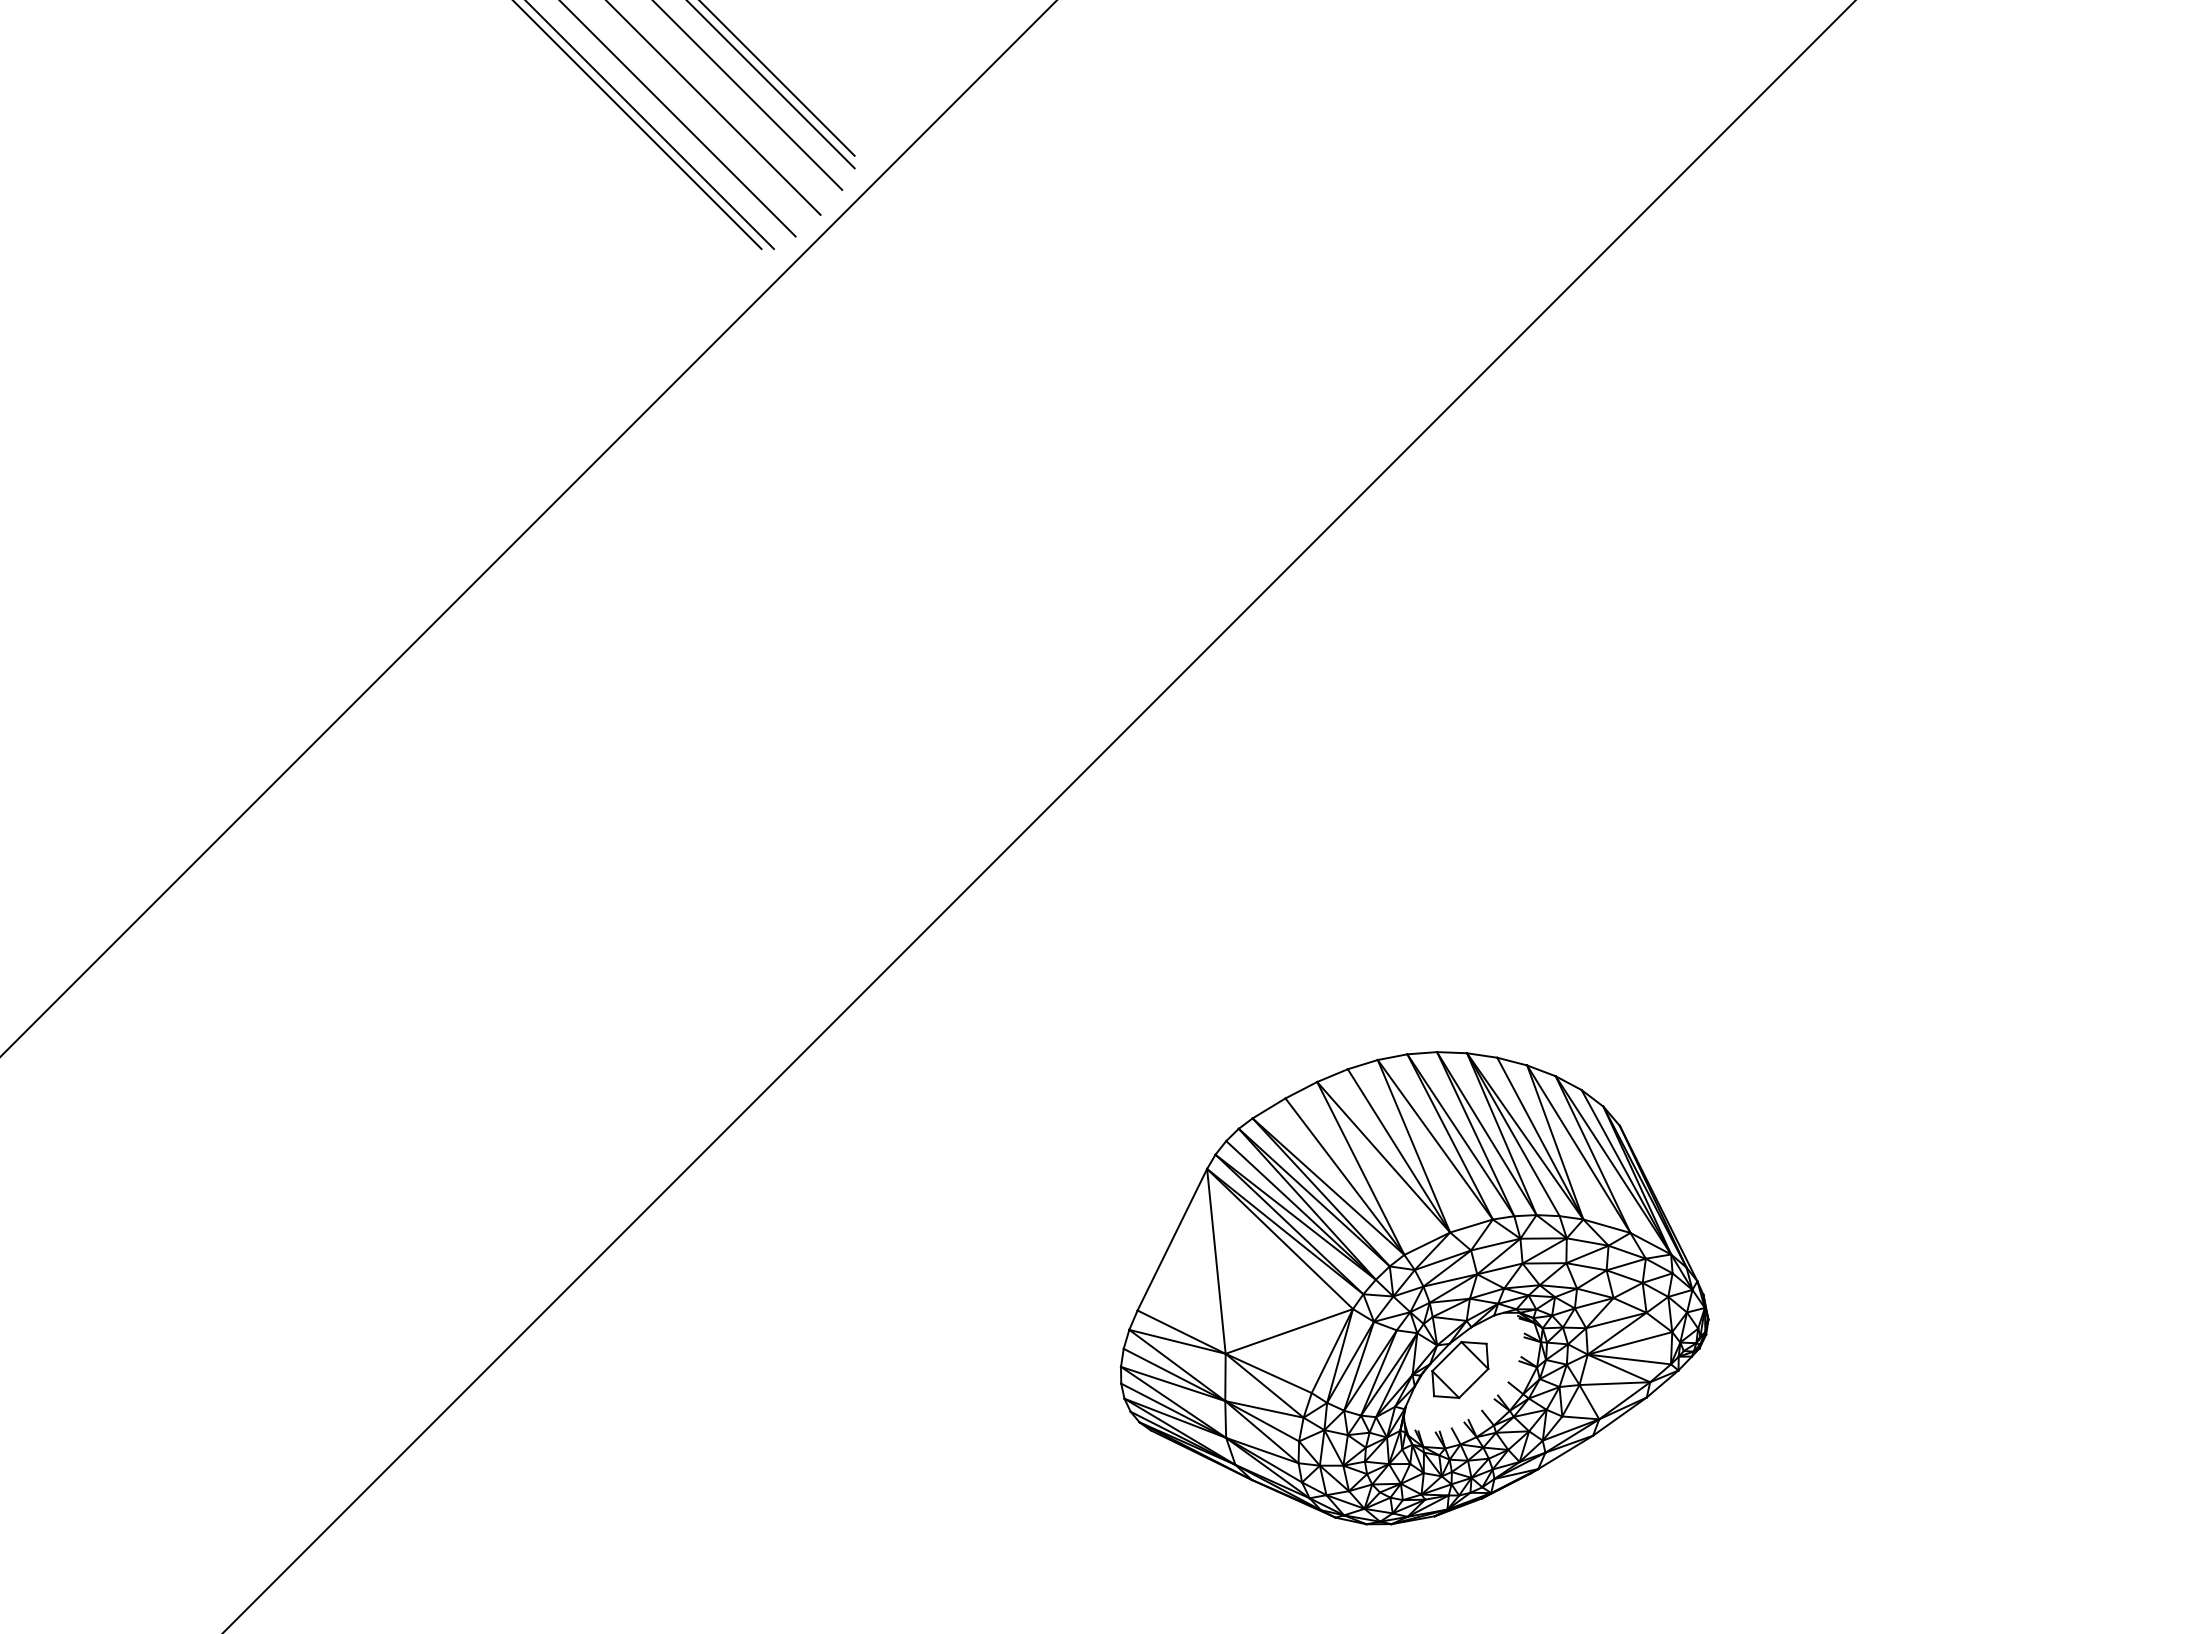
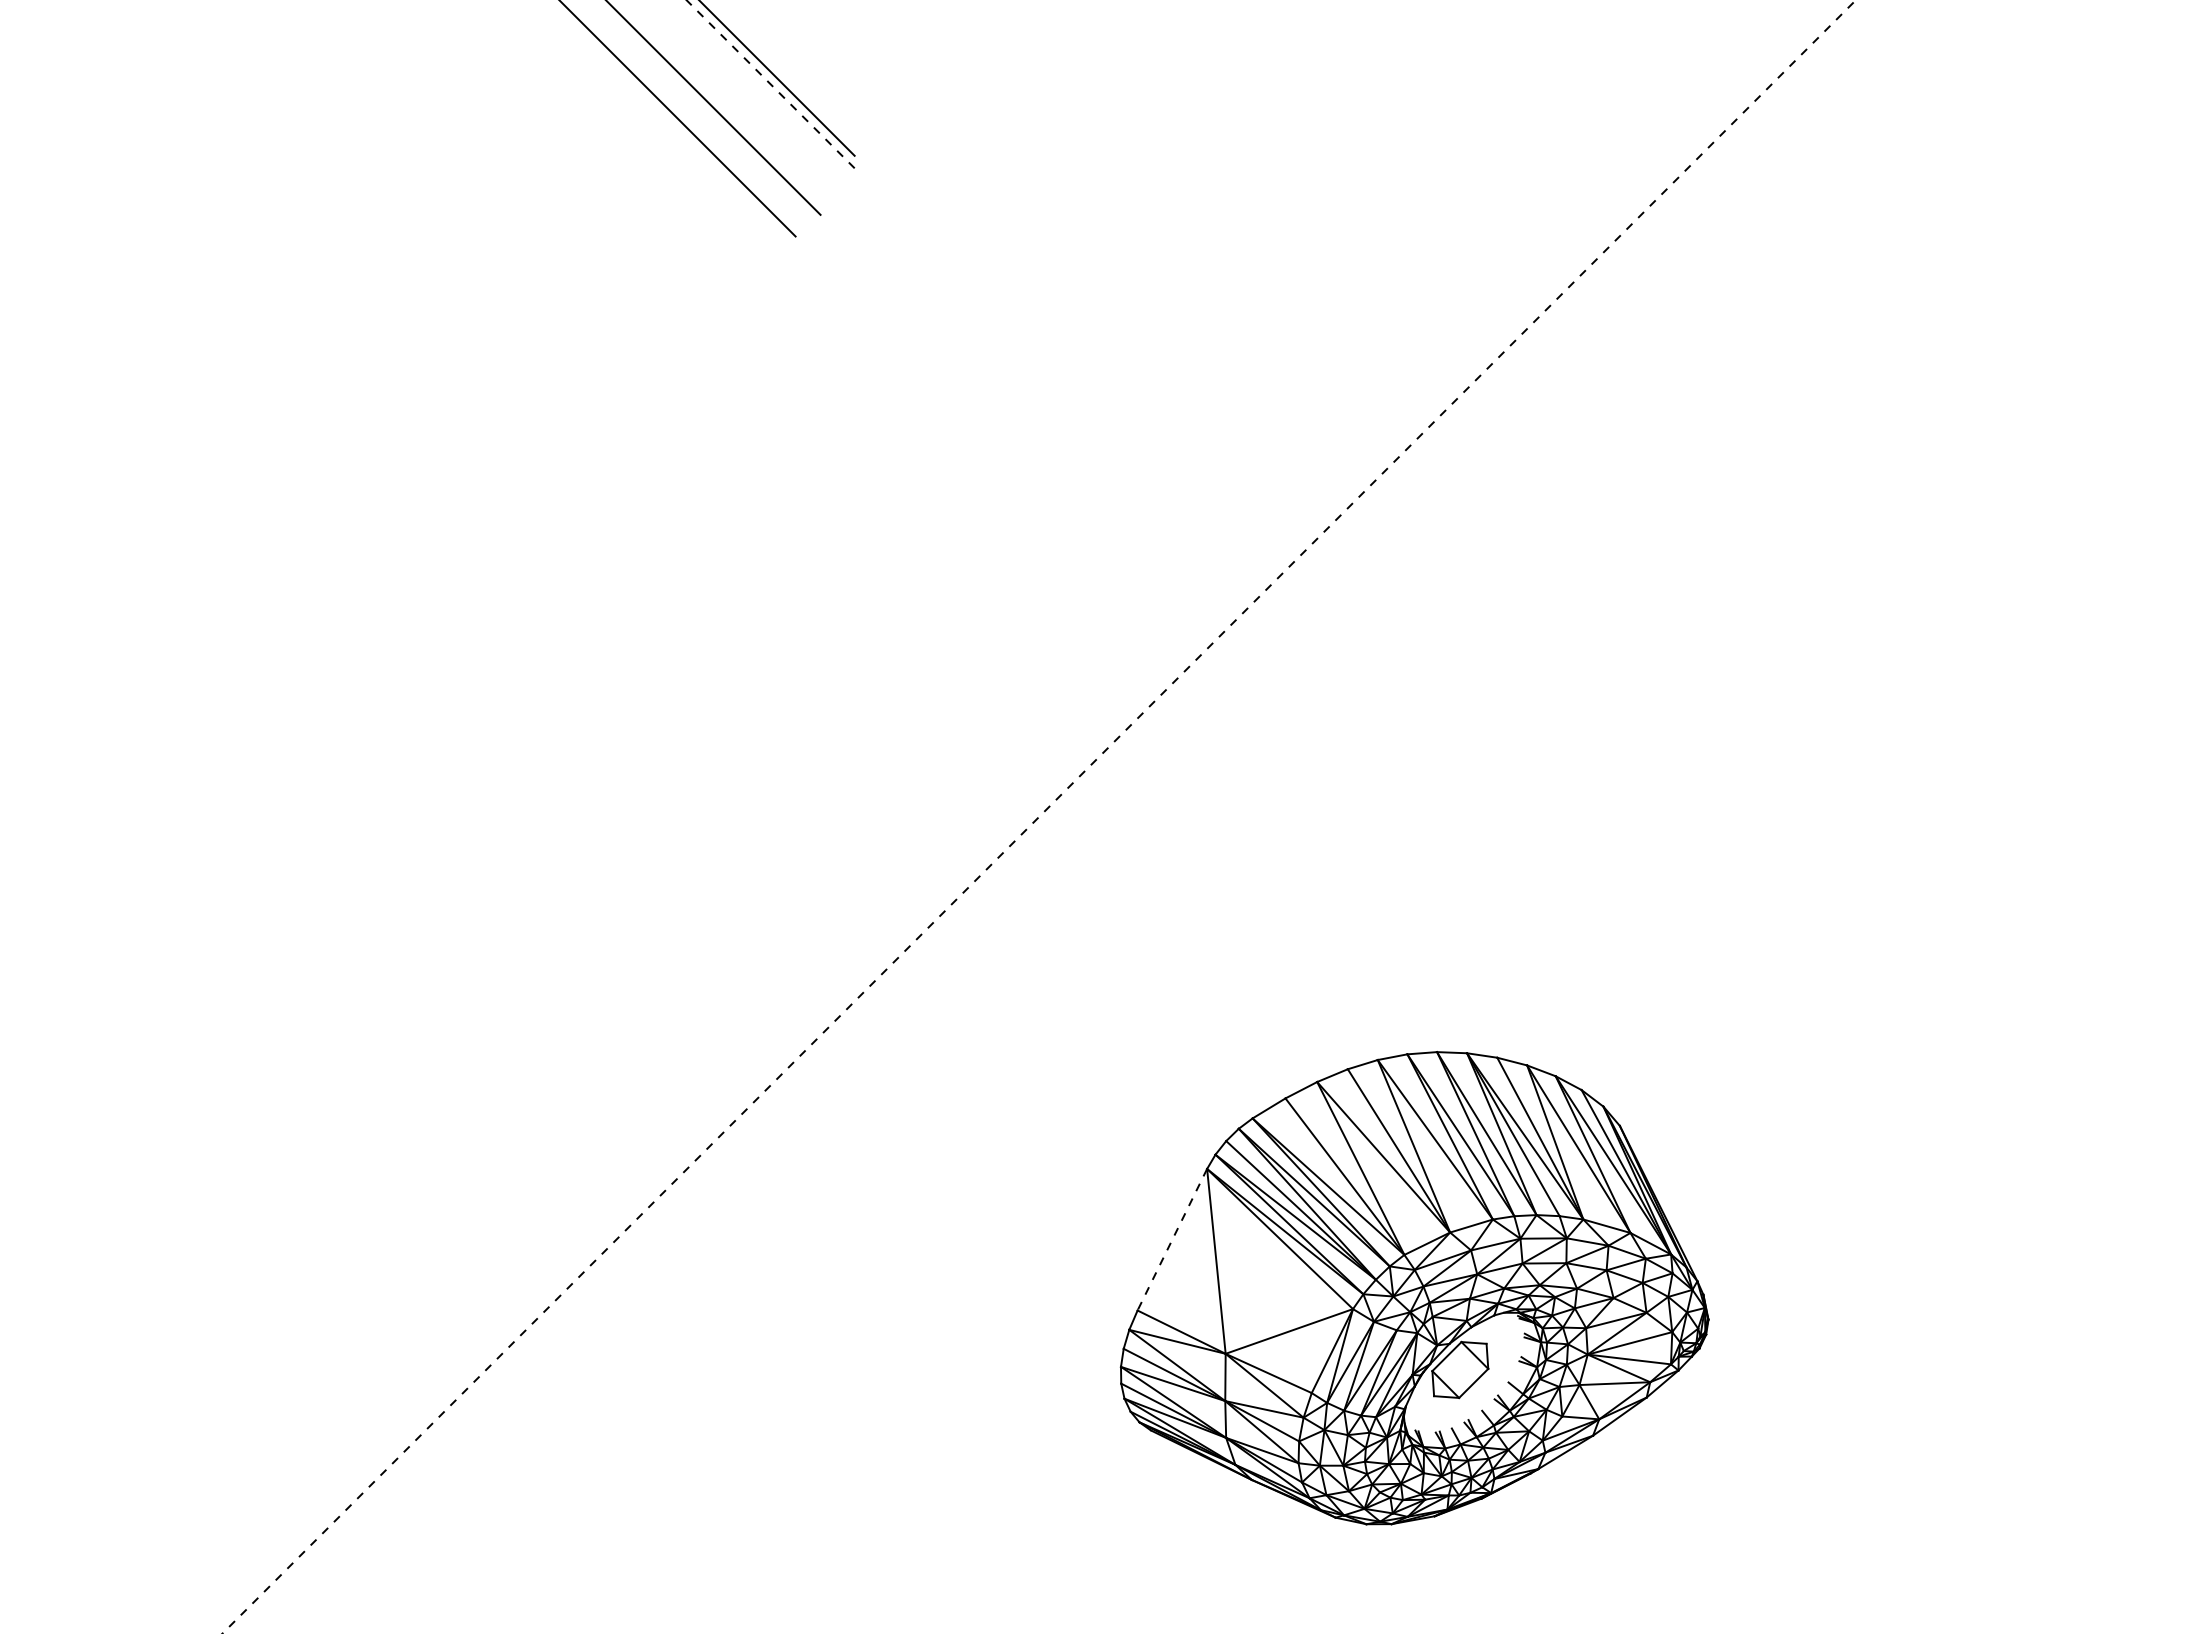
line at (770, 84): solid -> dashed
line at (748, 95): present -> none
line at (637, 125): present -> none
line at (650, 125): present -> none
line at (528, 528): present -> none
line at (1038, 817): solid -> dashed
line at (1172, 1239): solid -> dashed
